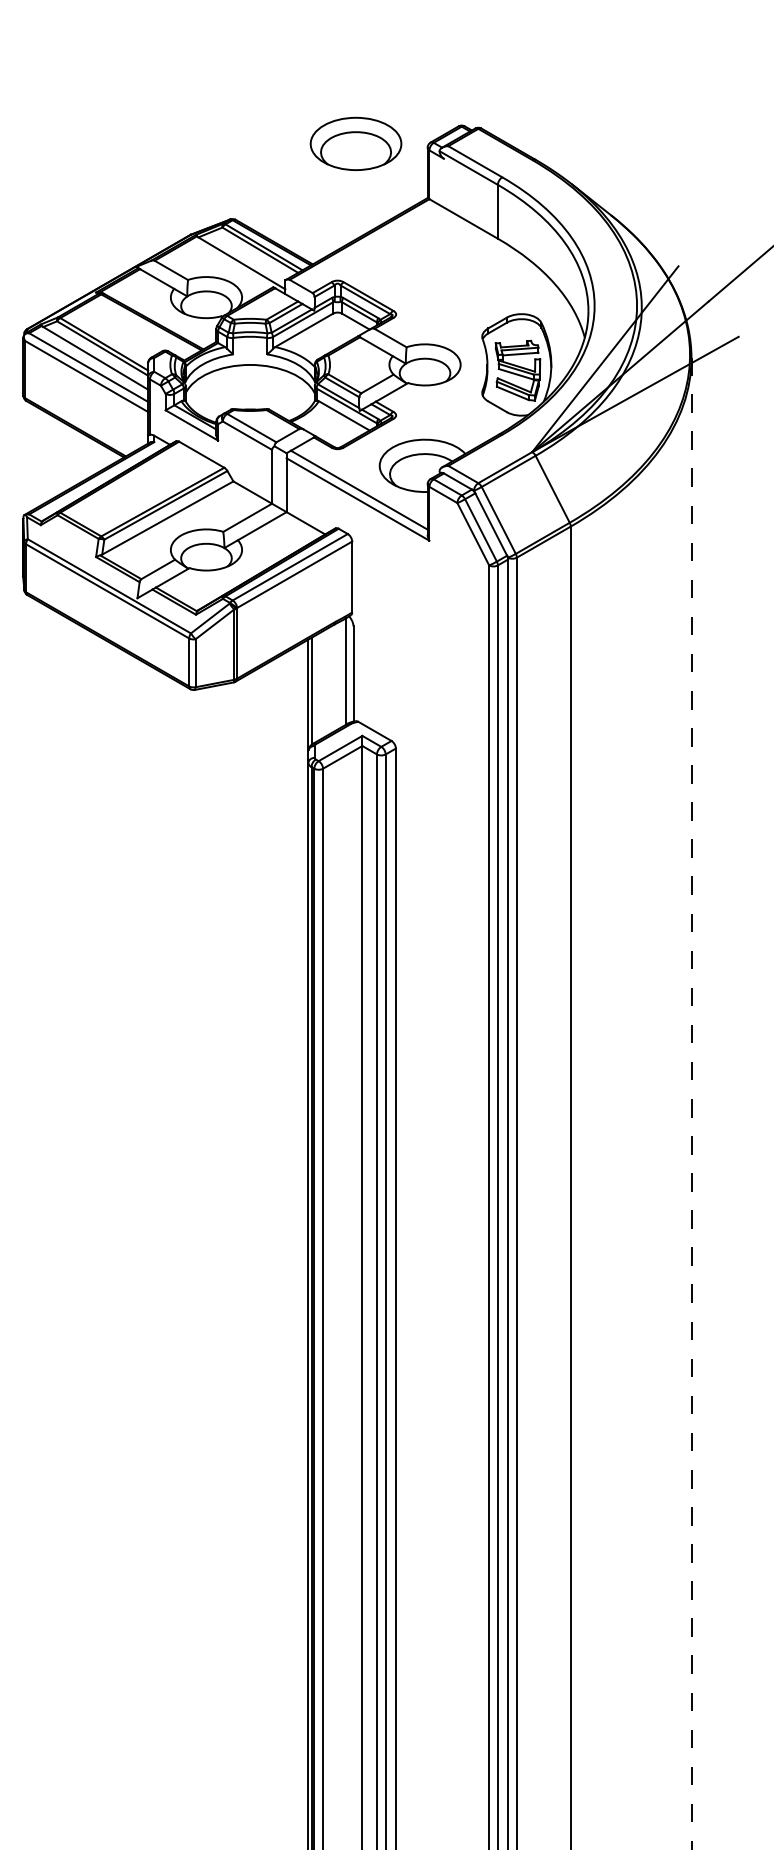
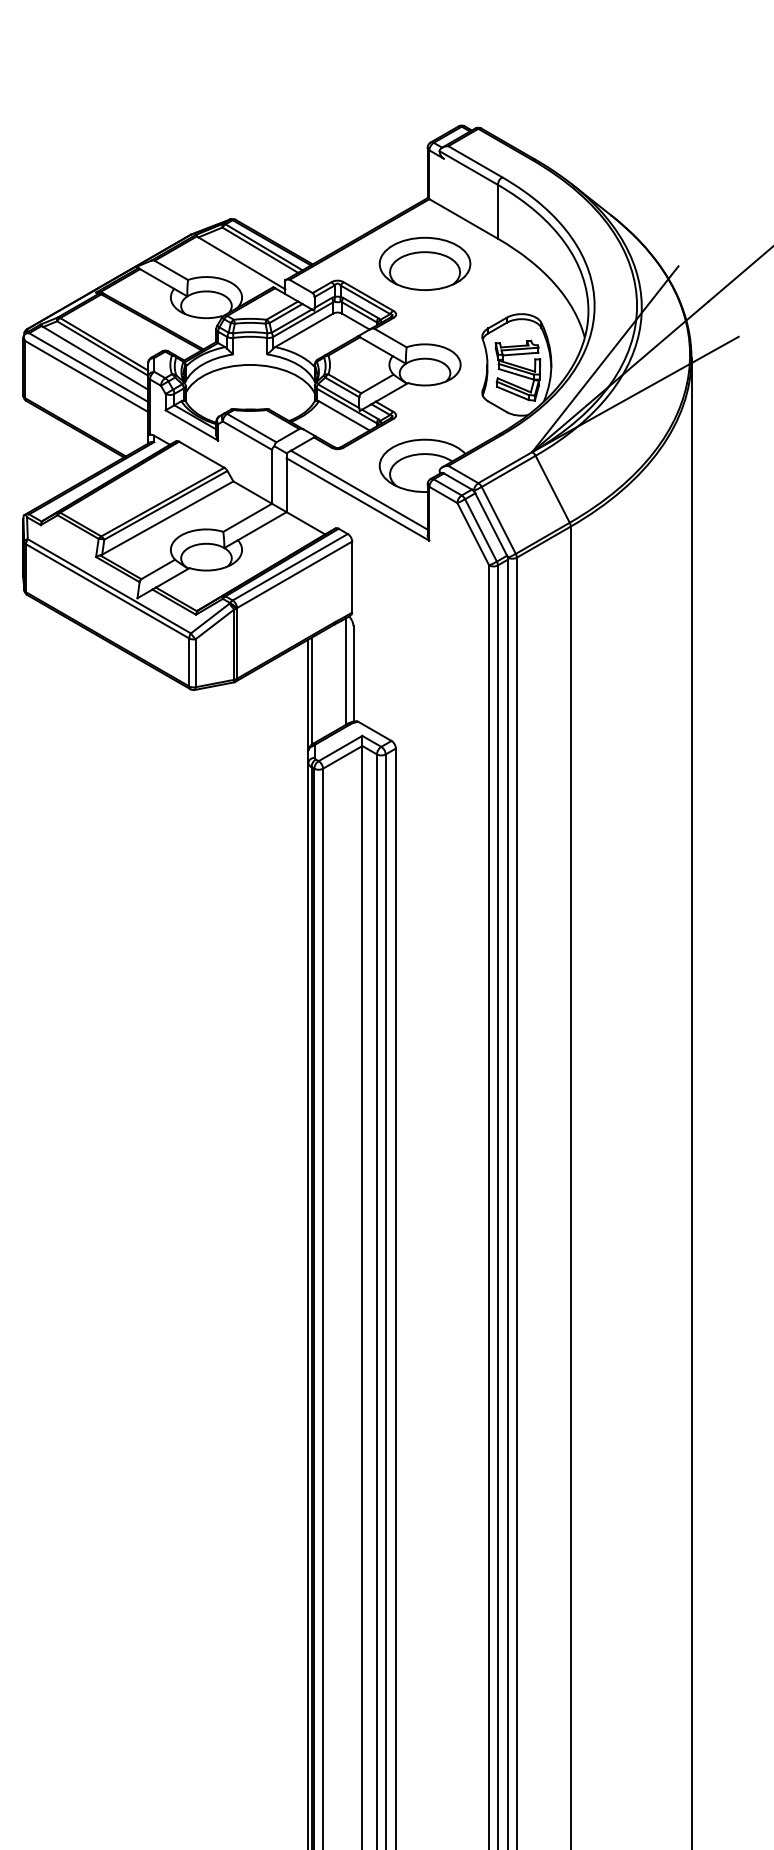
part at (355, 143) position: (355, 143) -> (424, 263)
line at (691, 1103): dashed -> solid
